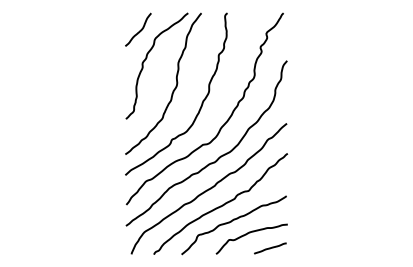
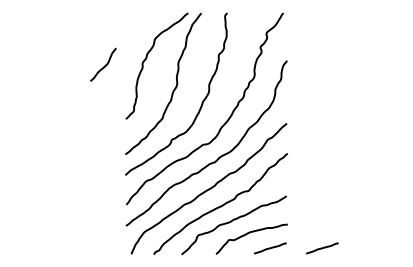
curve at (139, 30) position: (139, 30) -> (104, 65)
line at (322, 248): none -> present
